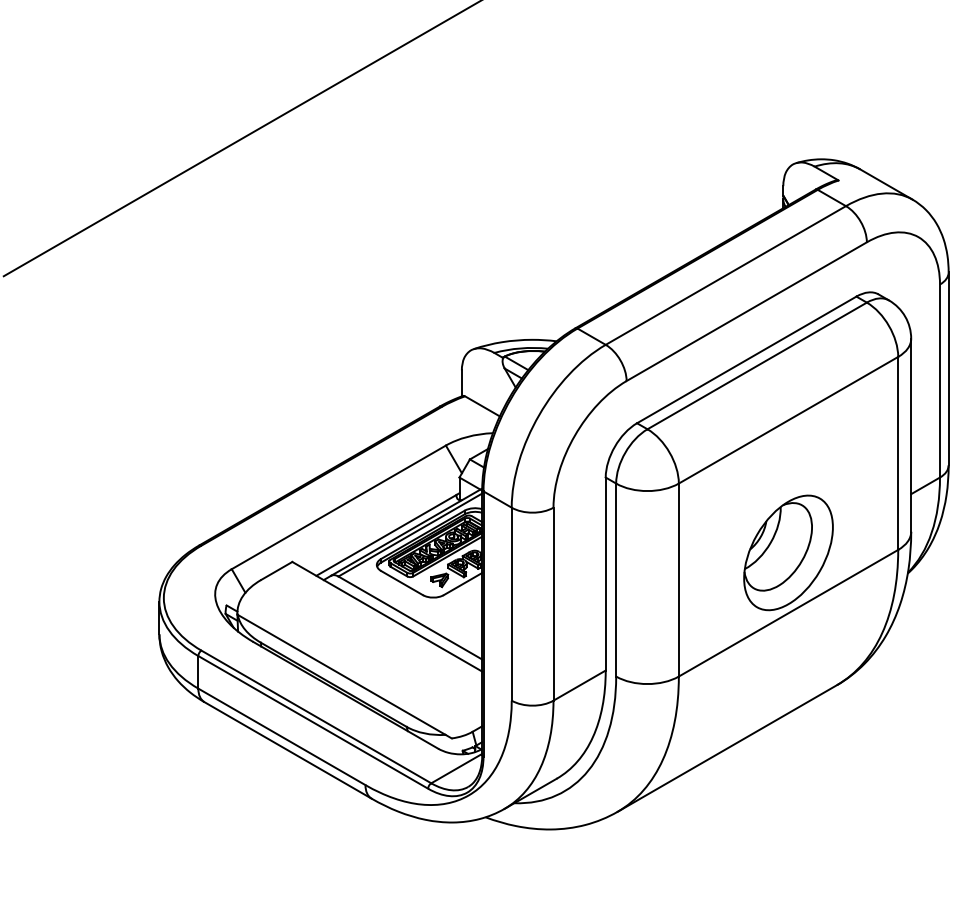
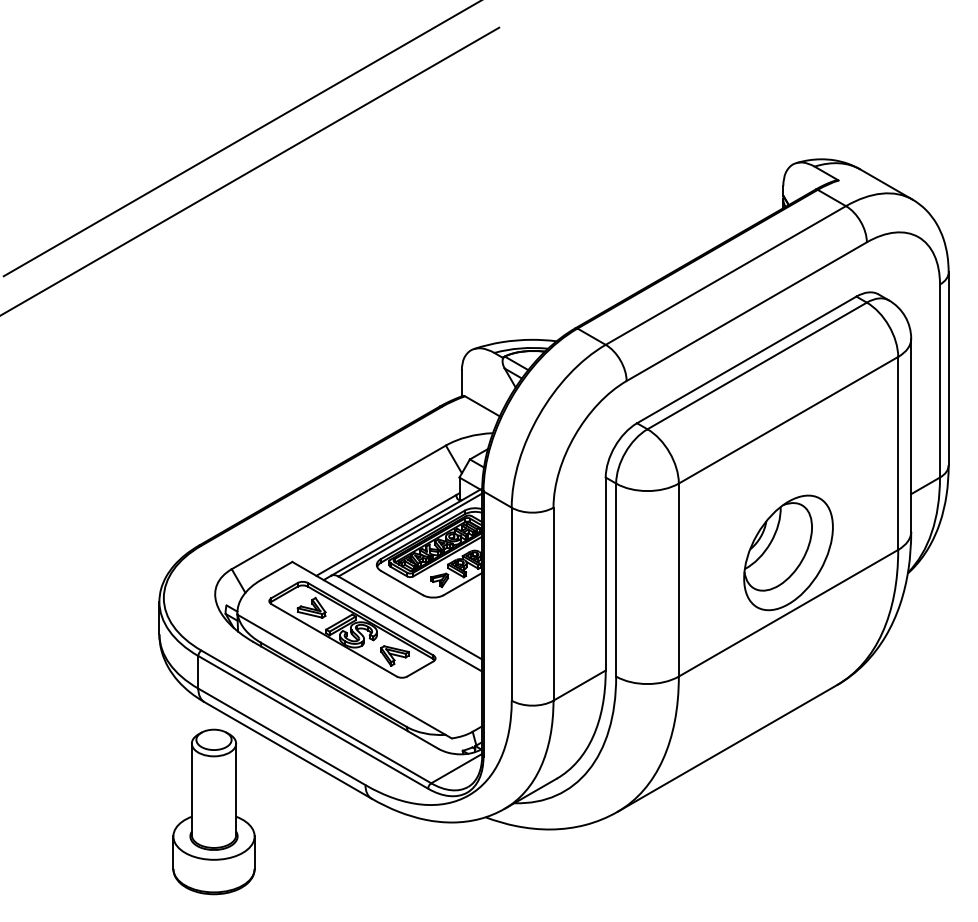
line at (250, 170): none -> present
part at (352, 629): none -> present
part at (213, 811): none -> present
